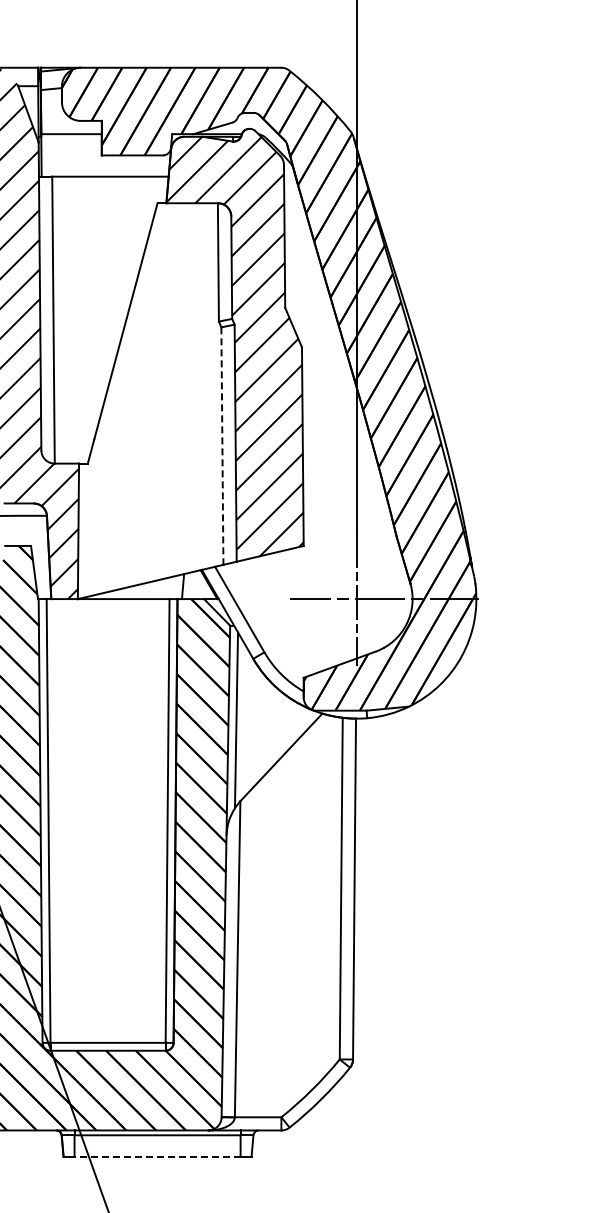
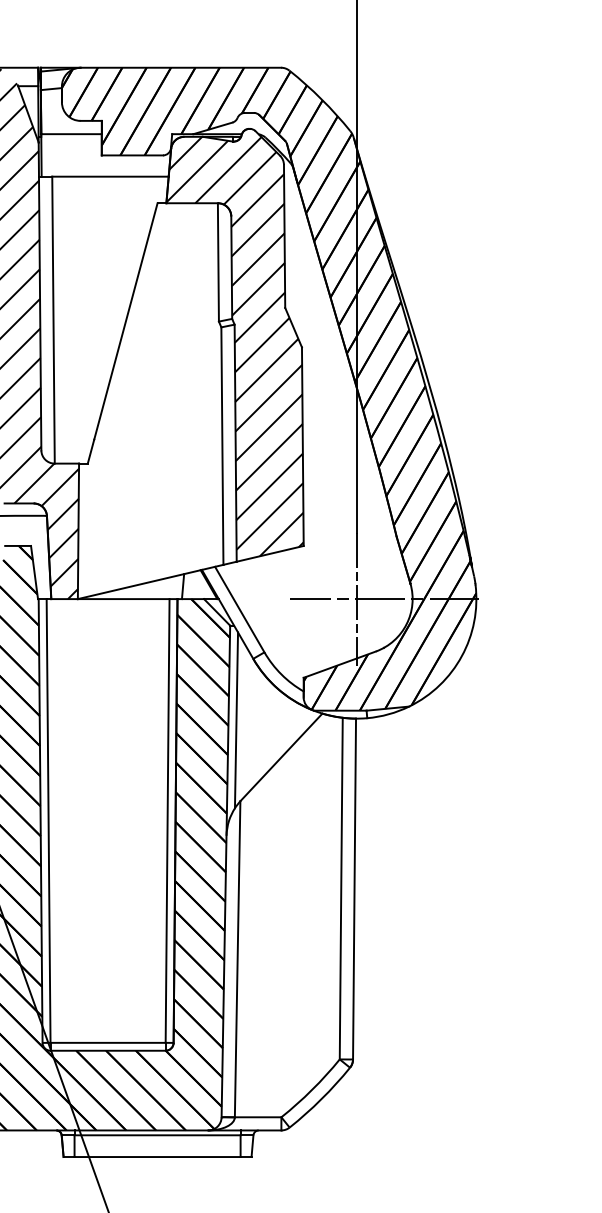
line at (222, 446): dashed -> solid
line at (157, 1157): dashed -> solid
